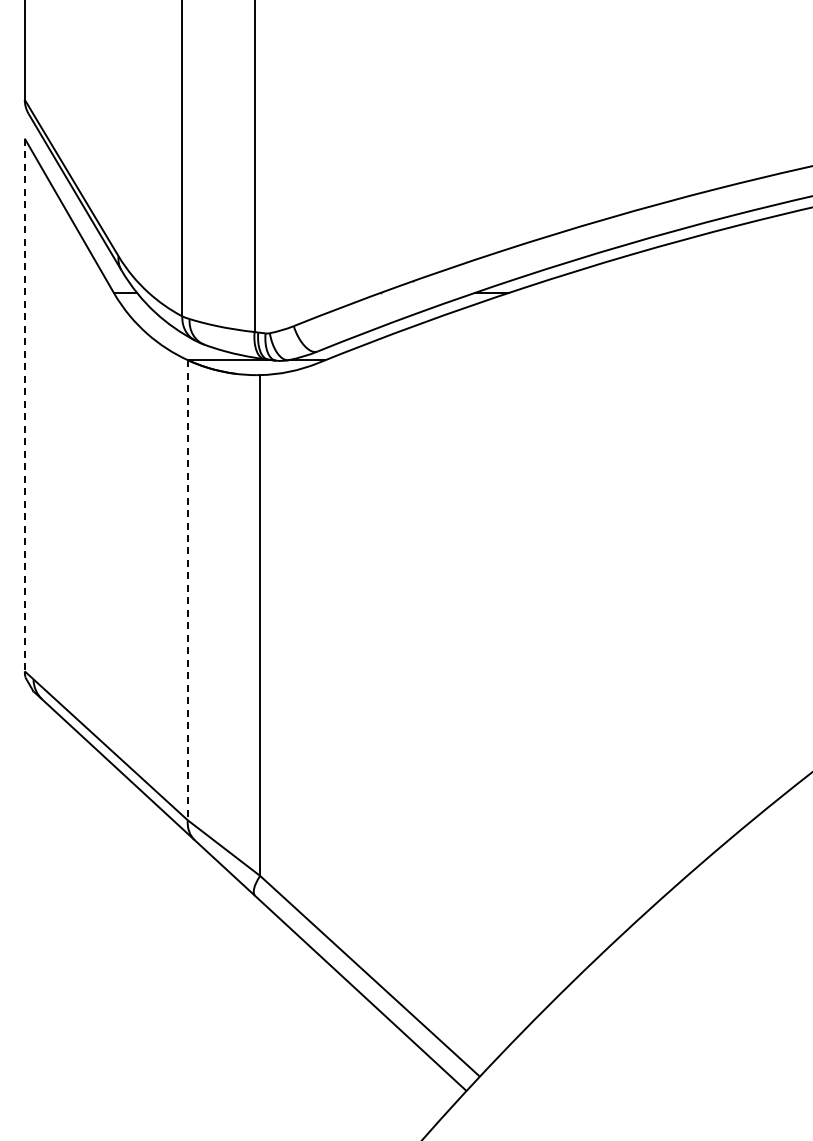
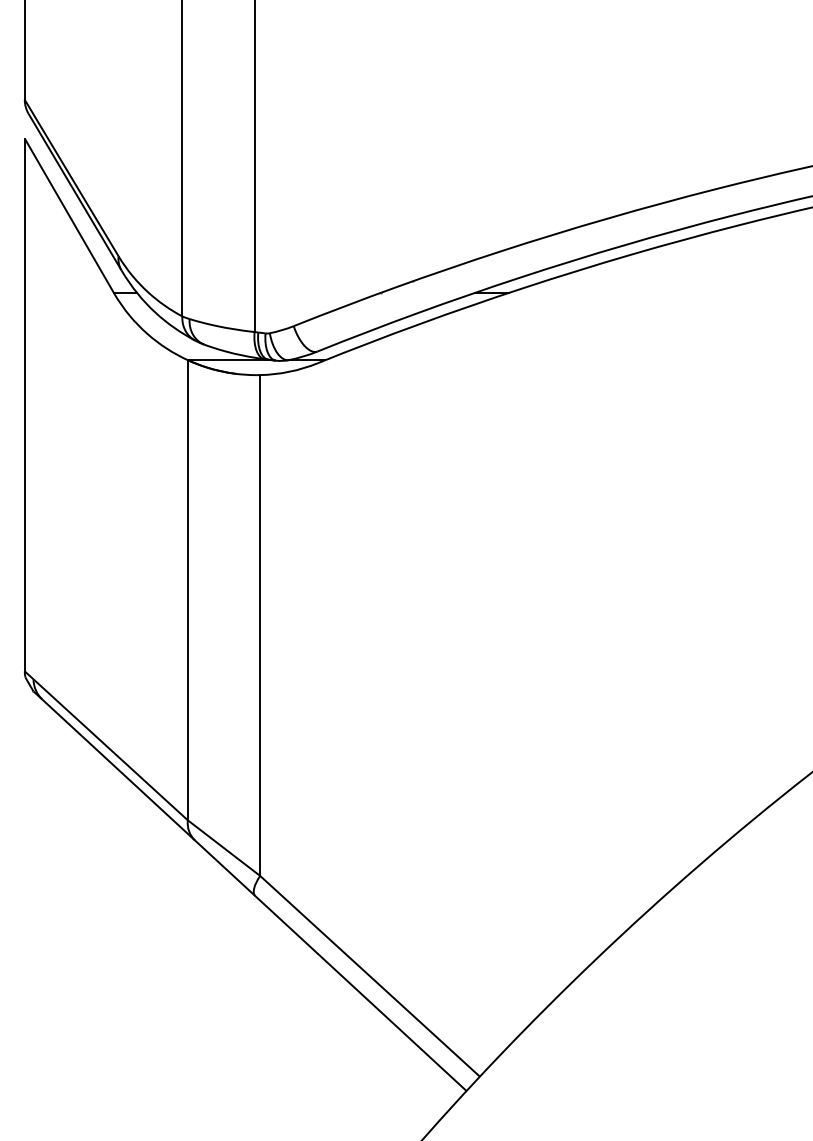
line at (24, 405): dashed -> solid
line at (187, 590): dashed -> solid
